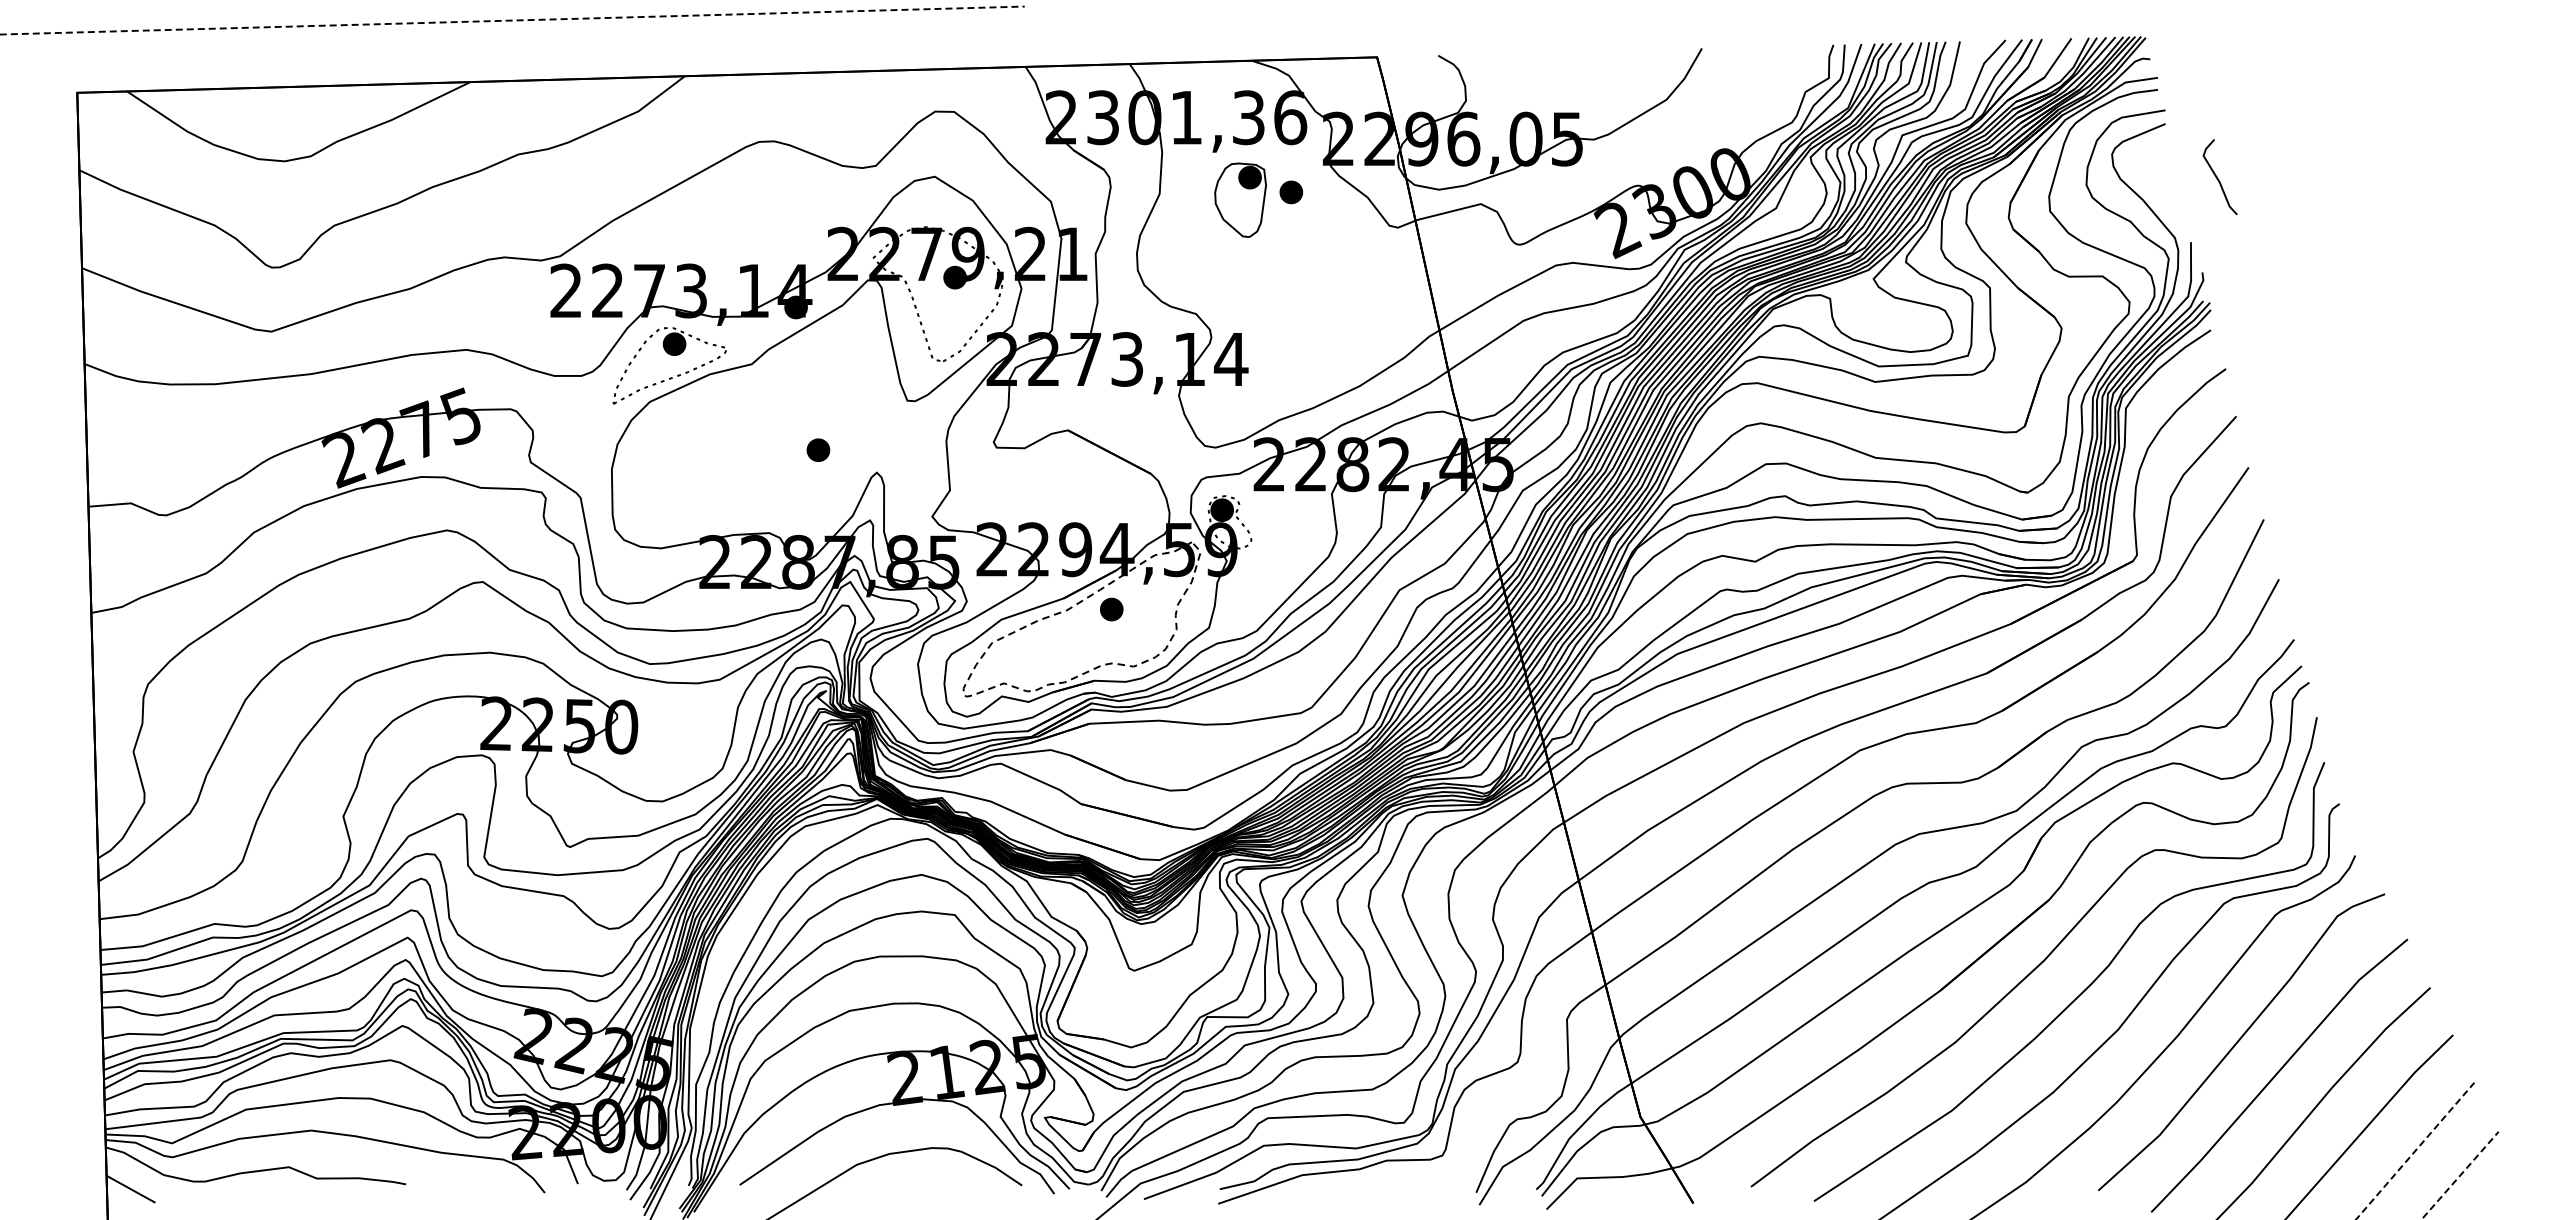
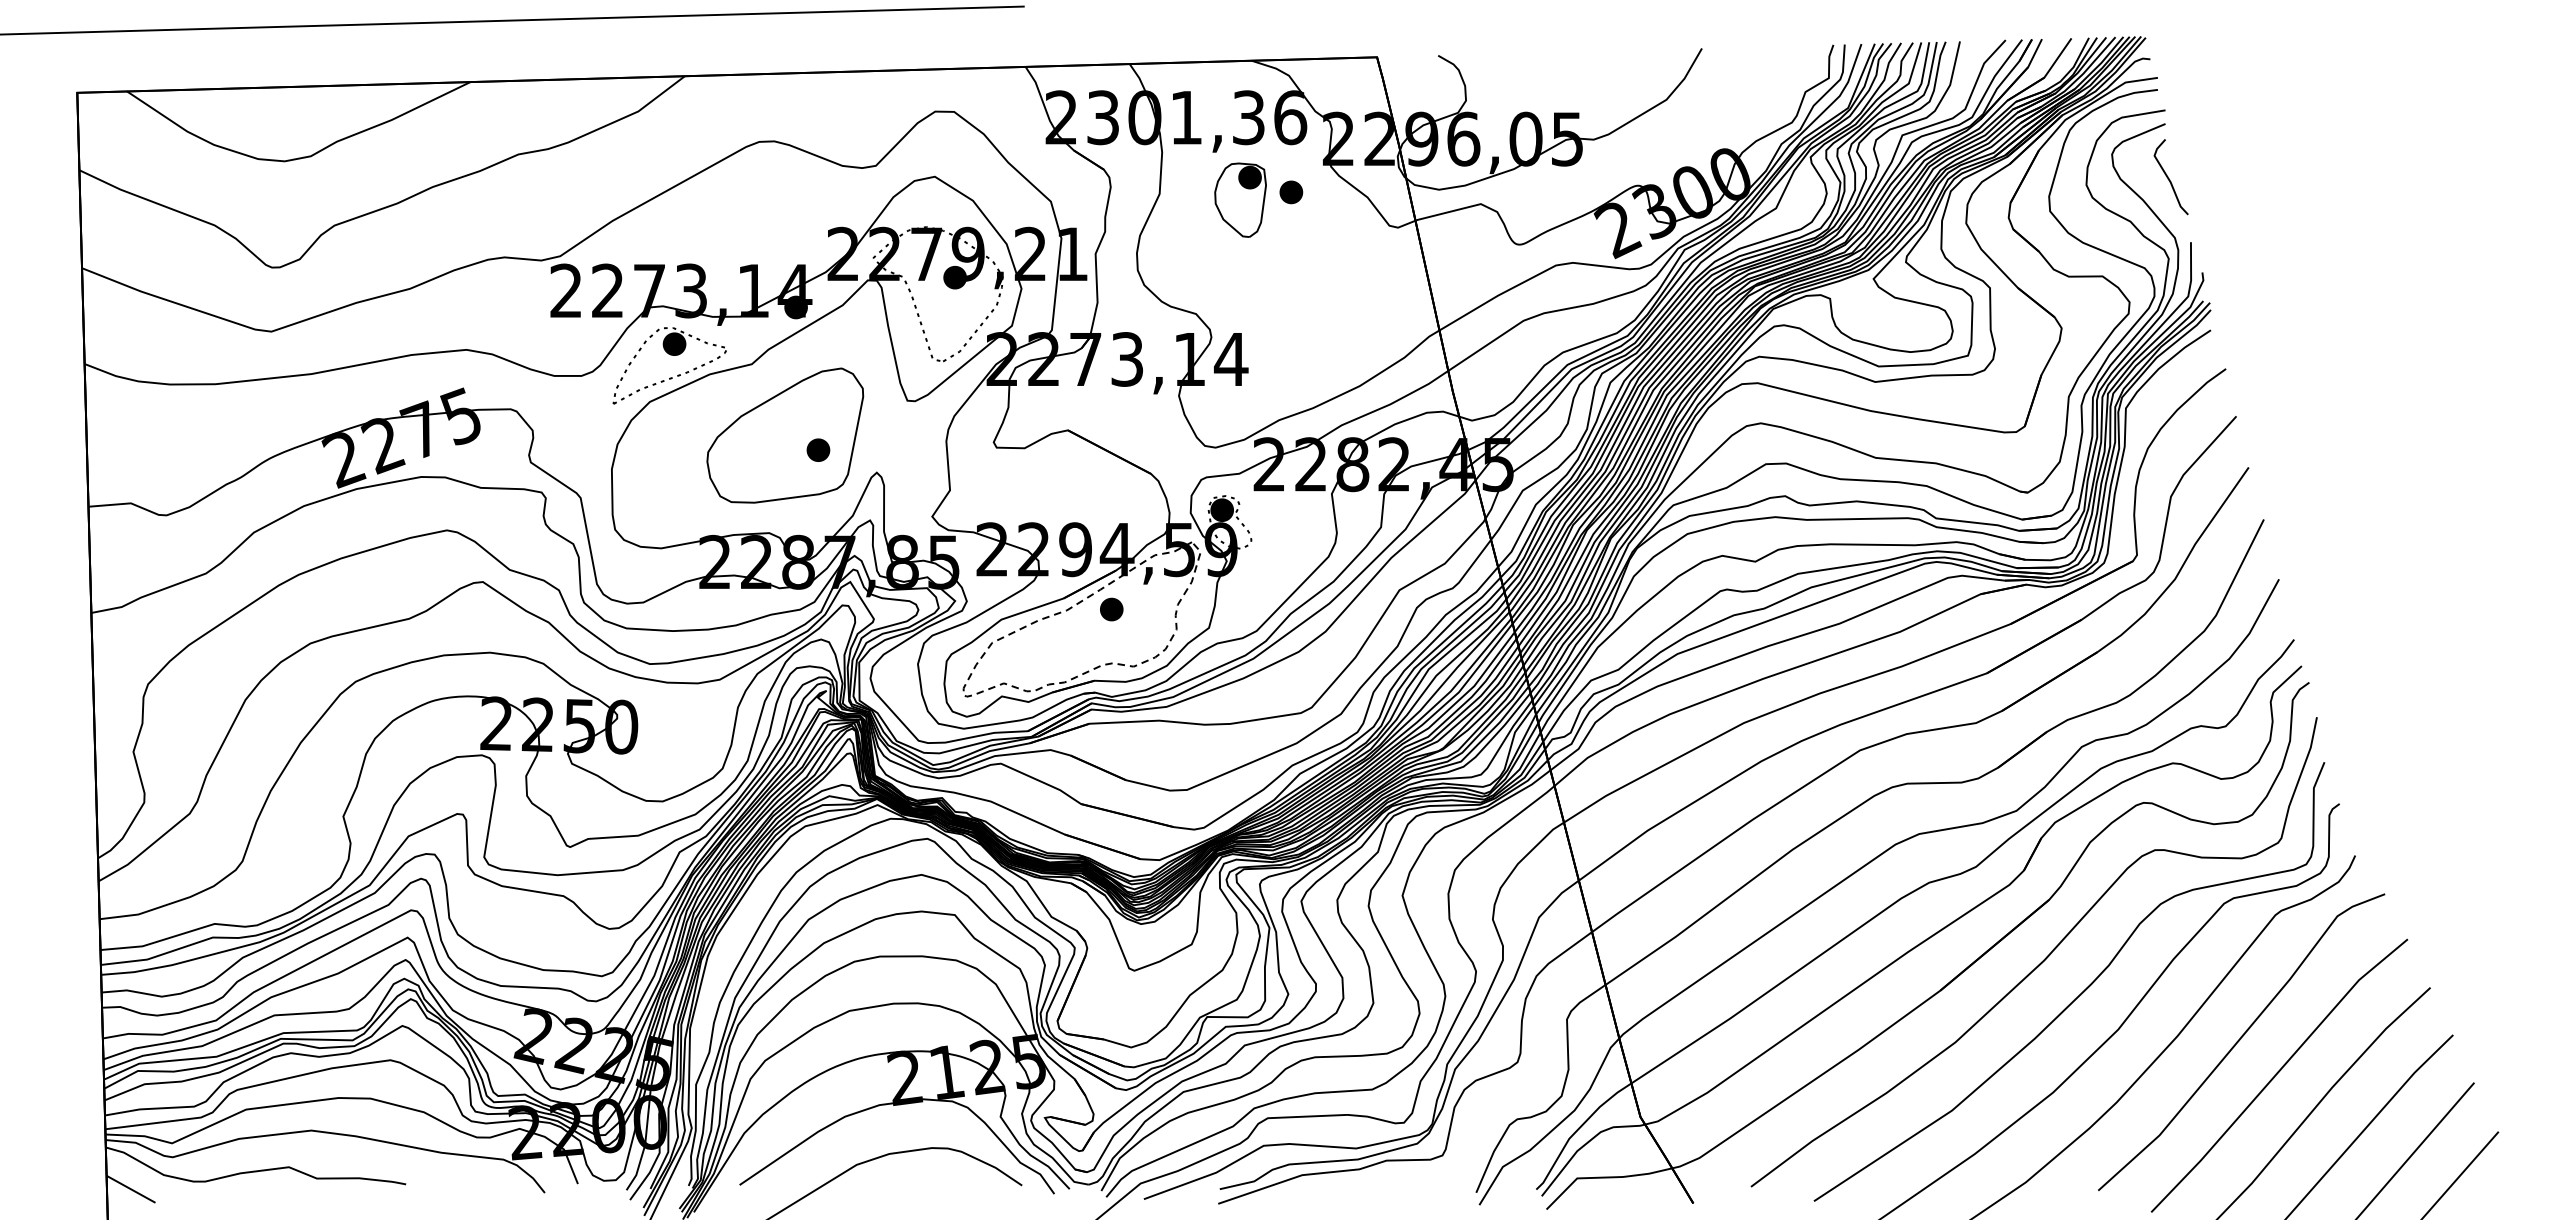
line at (513, 20): dashed -> solid
curve at (2218, 178) position: (2218, 178) -> (2169, 178)
part at (785, 435): none -> present
line at (2415, 1150): dashed -> solid
line at (2460, 1175): dashed -> solid
